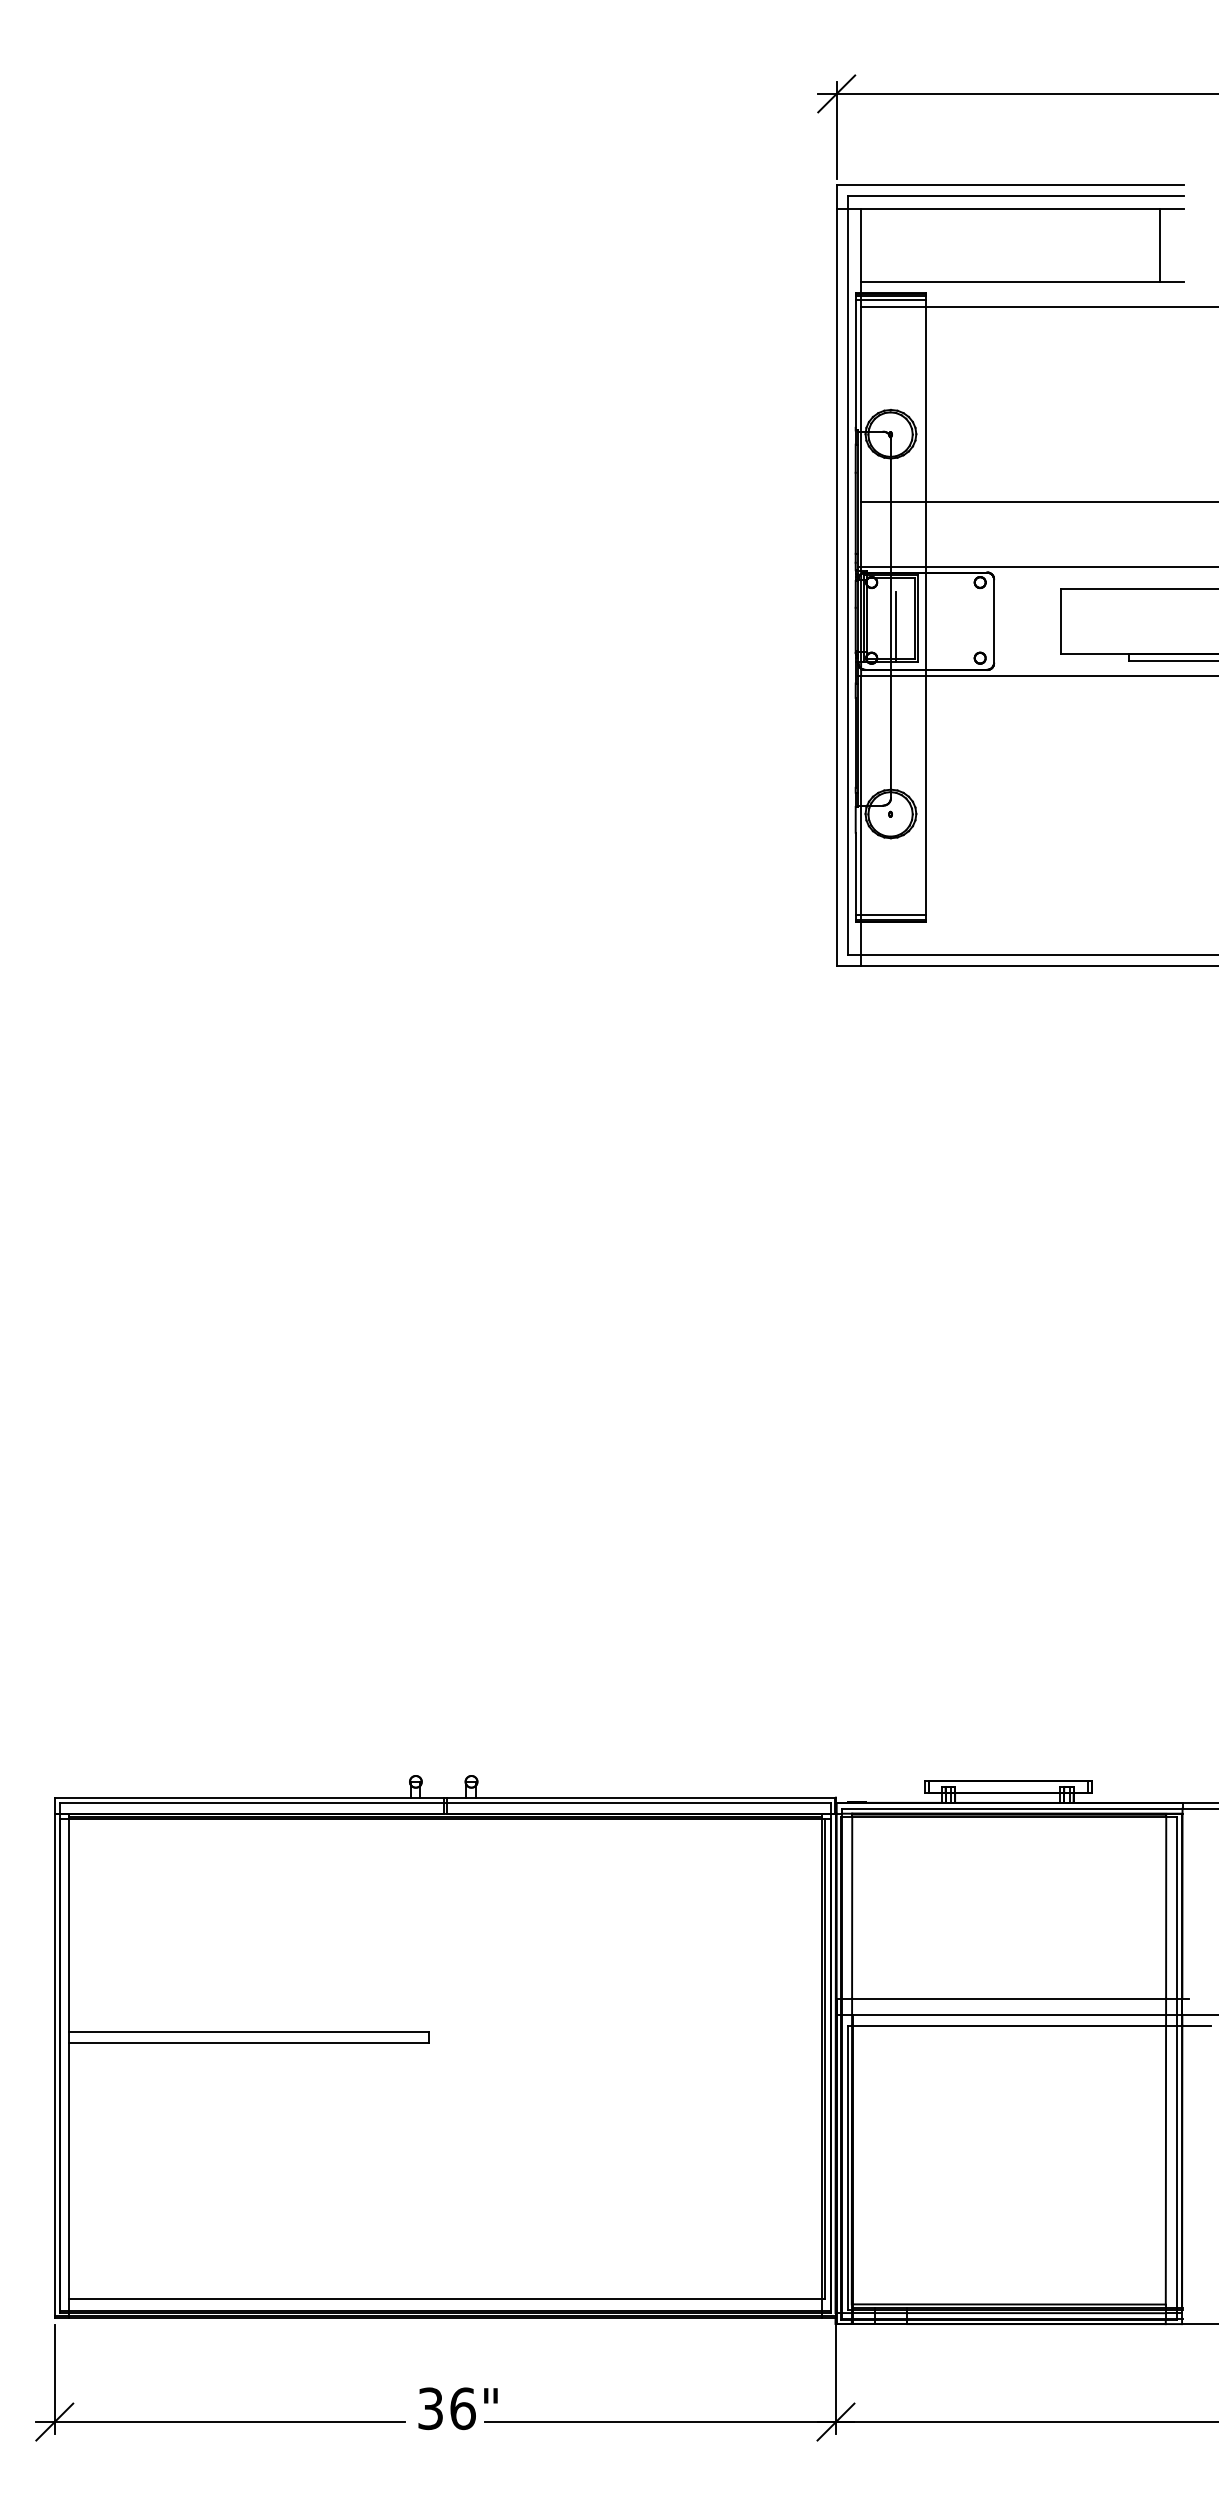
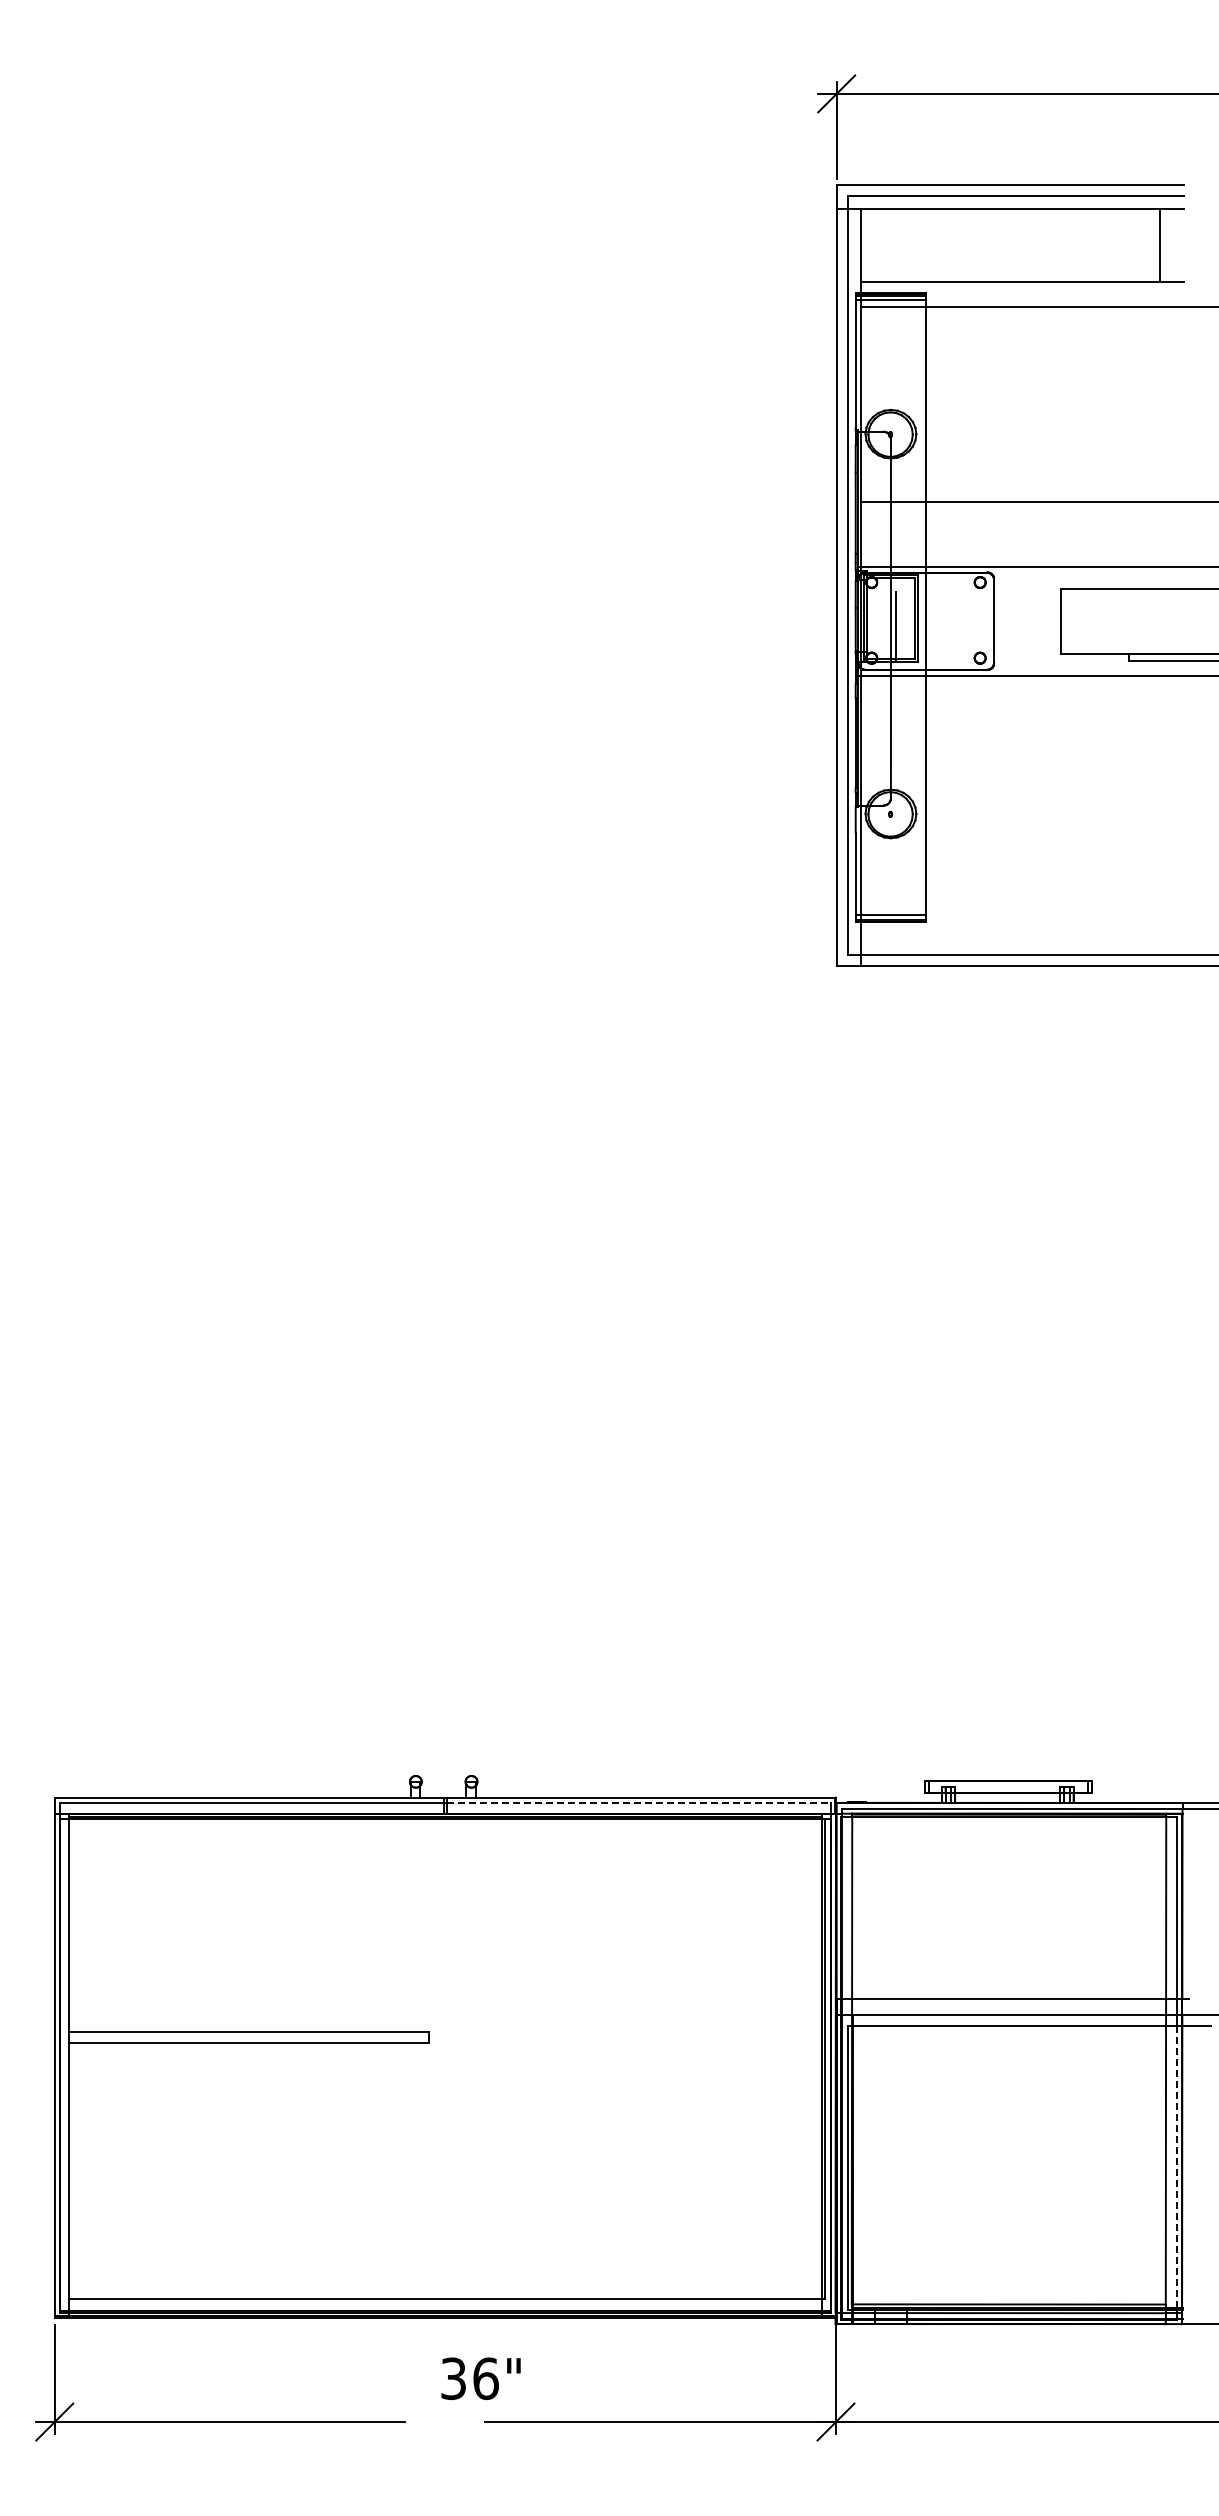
line at (638, 1803): solid -> dashed
line at (1176, 2166): solid -> dashed
text at (457, 2408) position: (457, 2408) -> (480, 2378)
